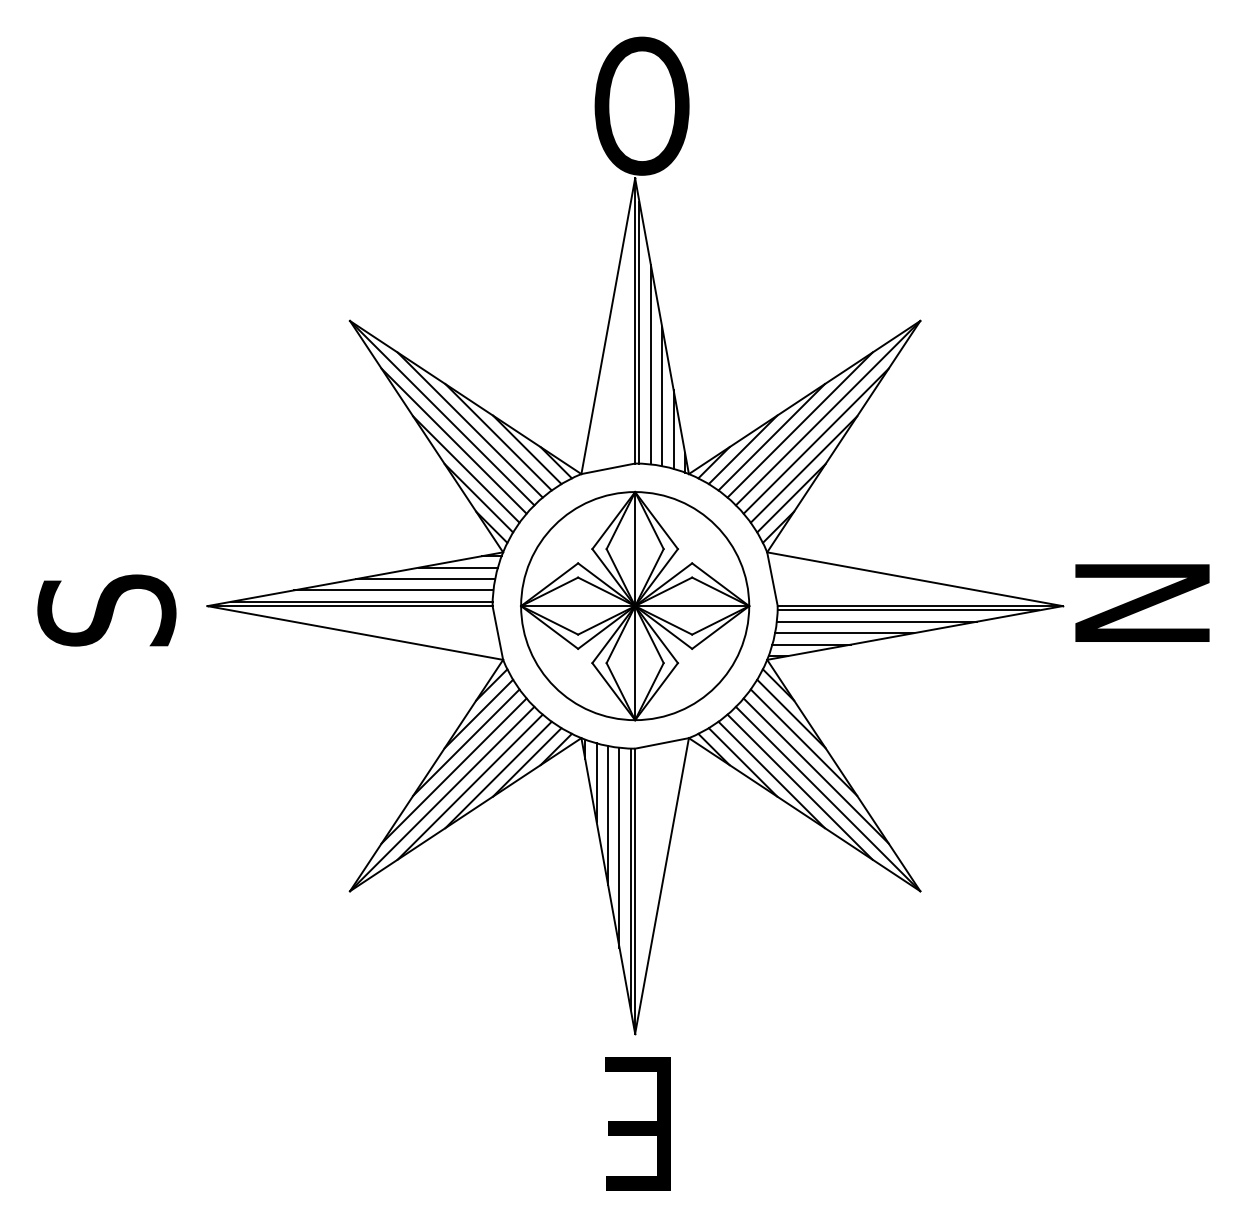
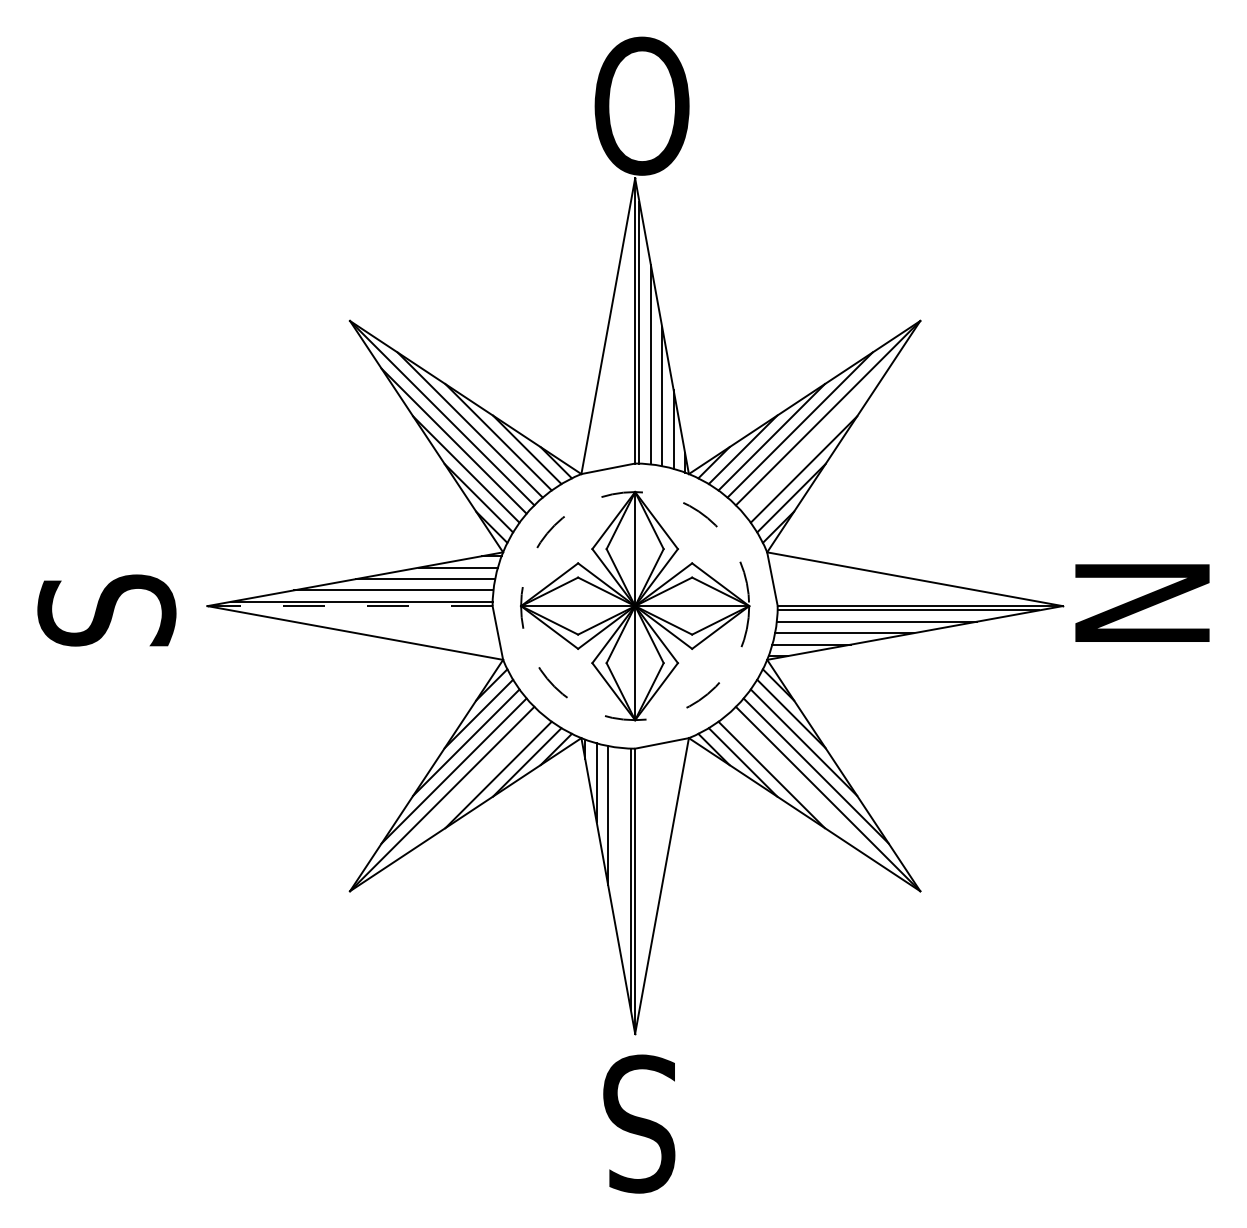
line at (815, 440): present -> none
line at (350, 606): solid -> dashed
circle at (635, 606): solid -> dashed
line at (469, 786): present -> none
line at (799, 786): present -> none
line at (619, 847): present -> none
text at (639, 1123): E -> S
